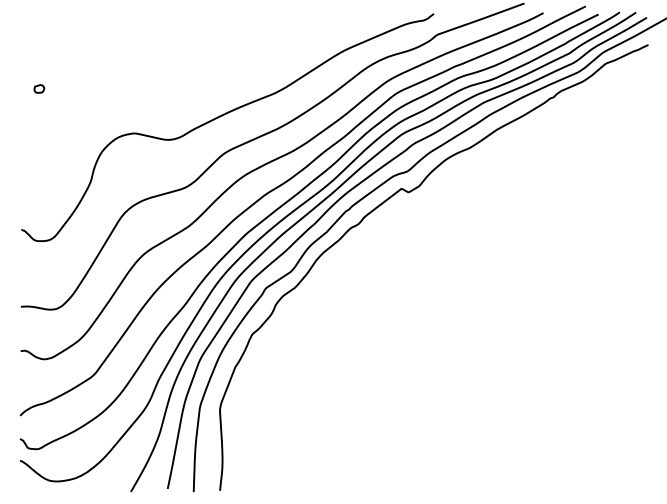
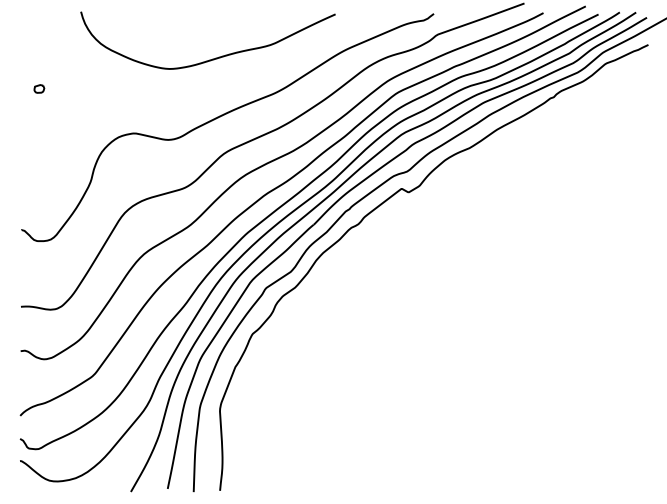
curve at (212, 58): none -> present
